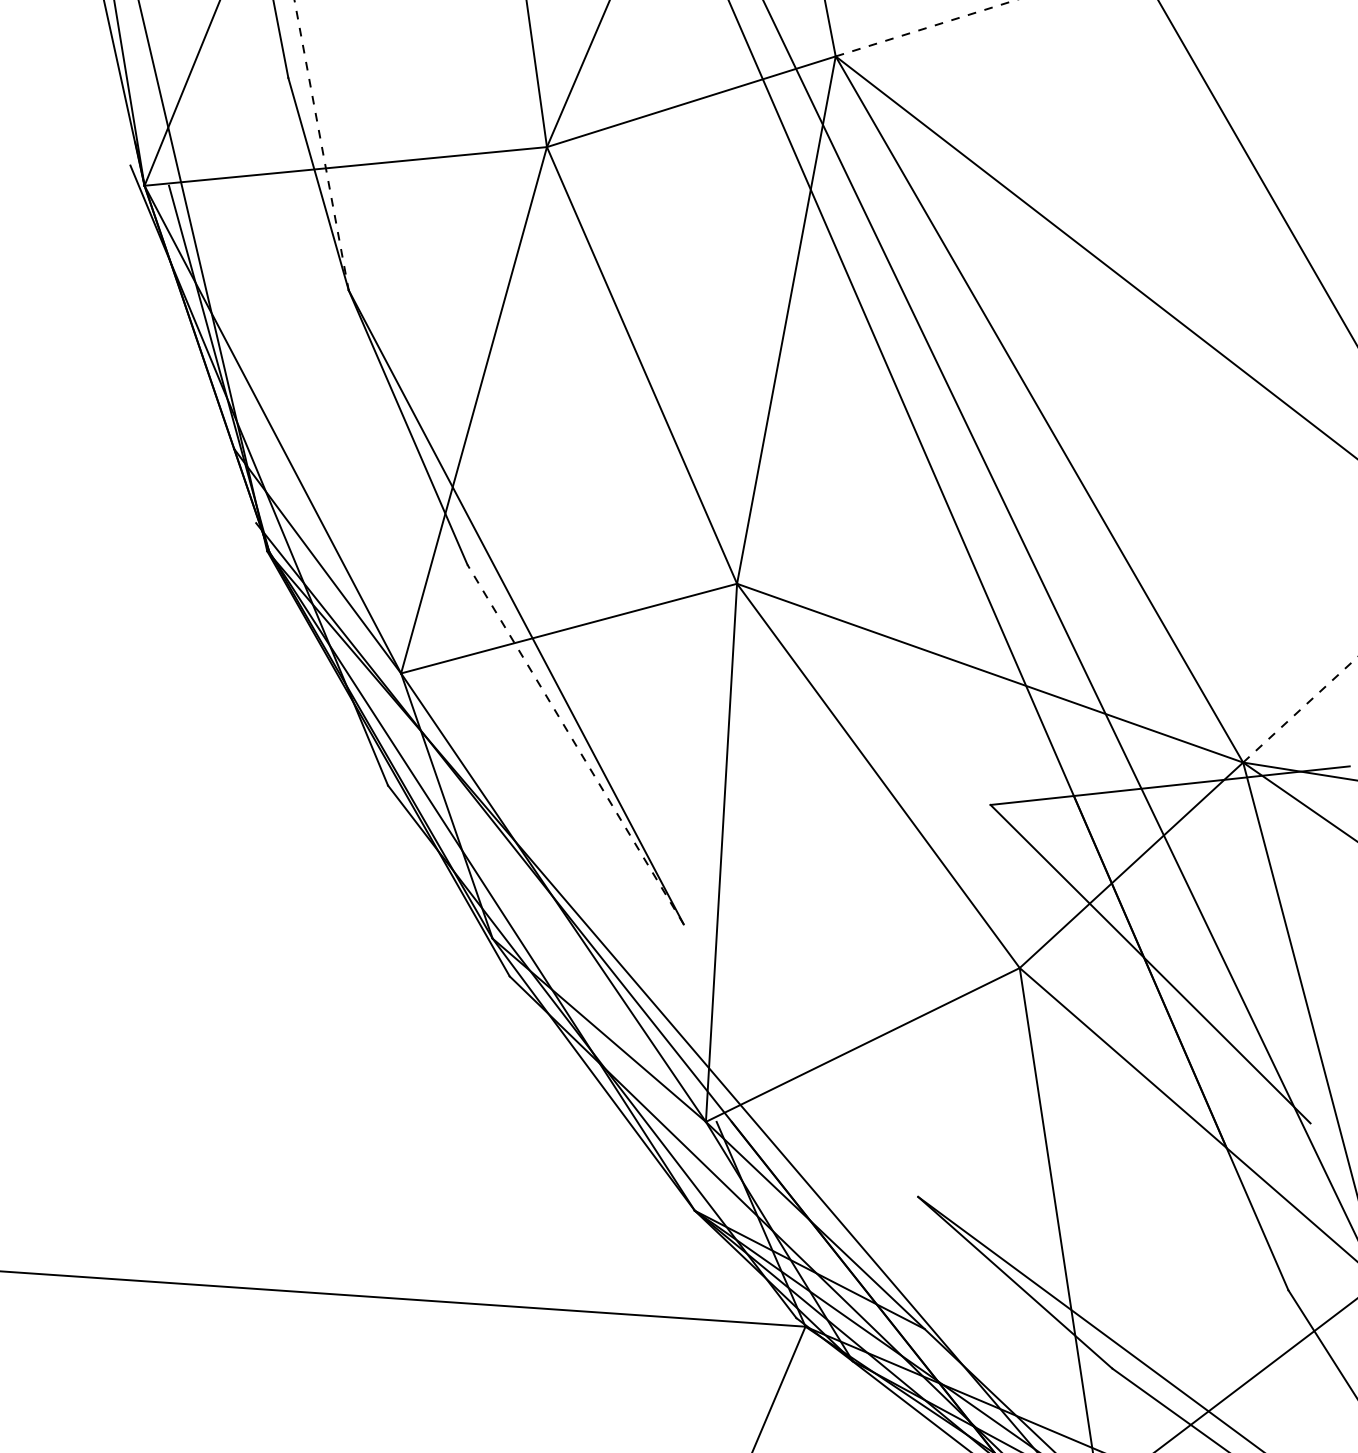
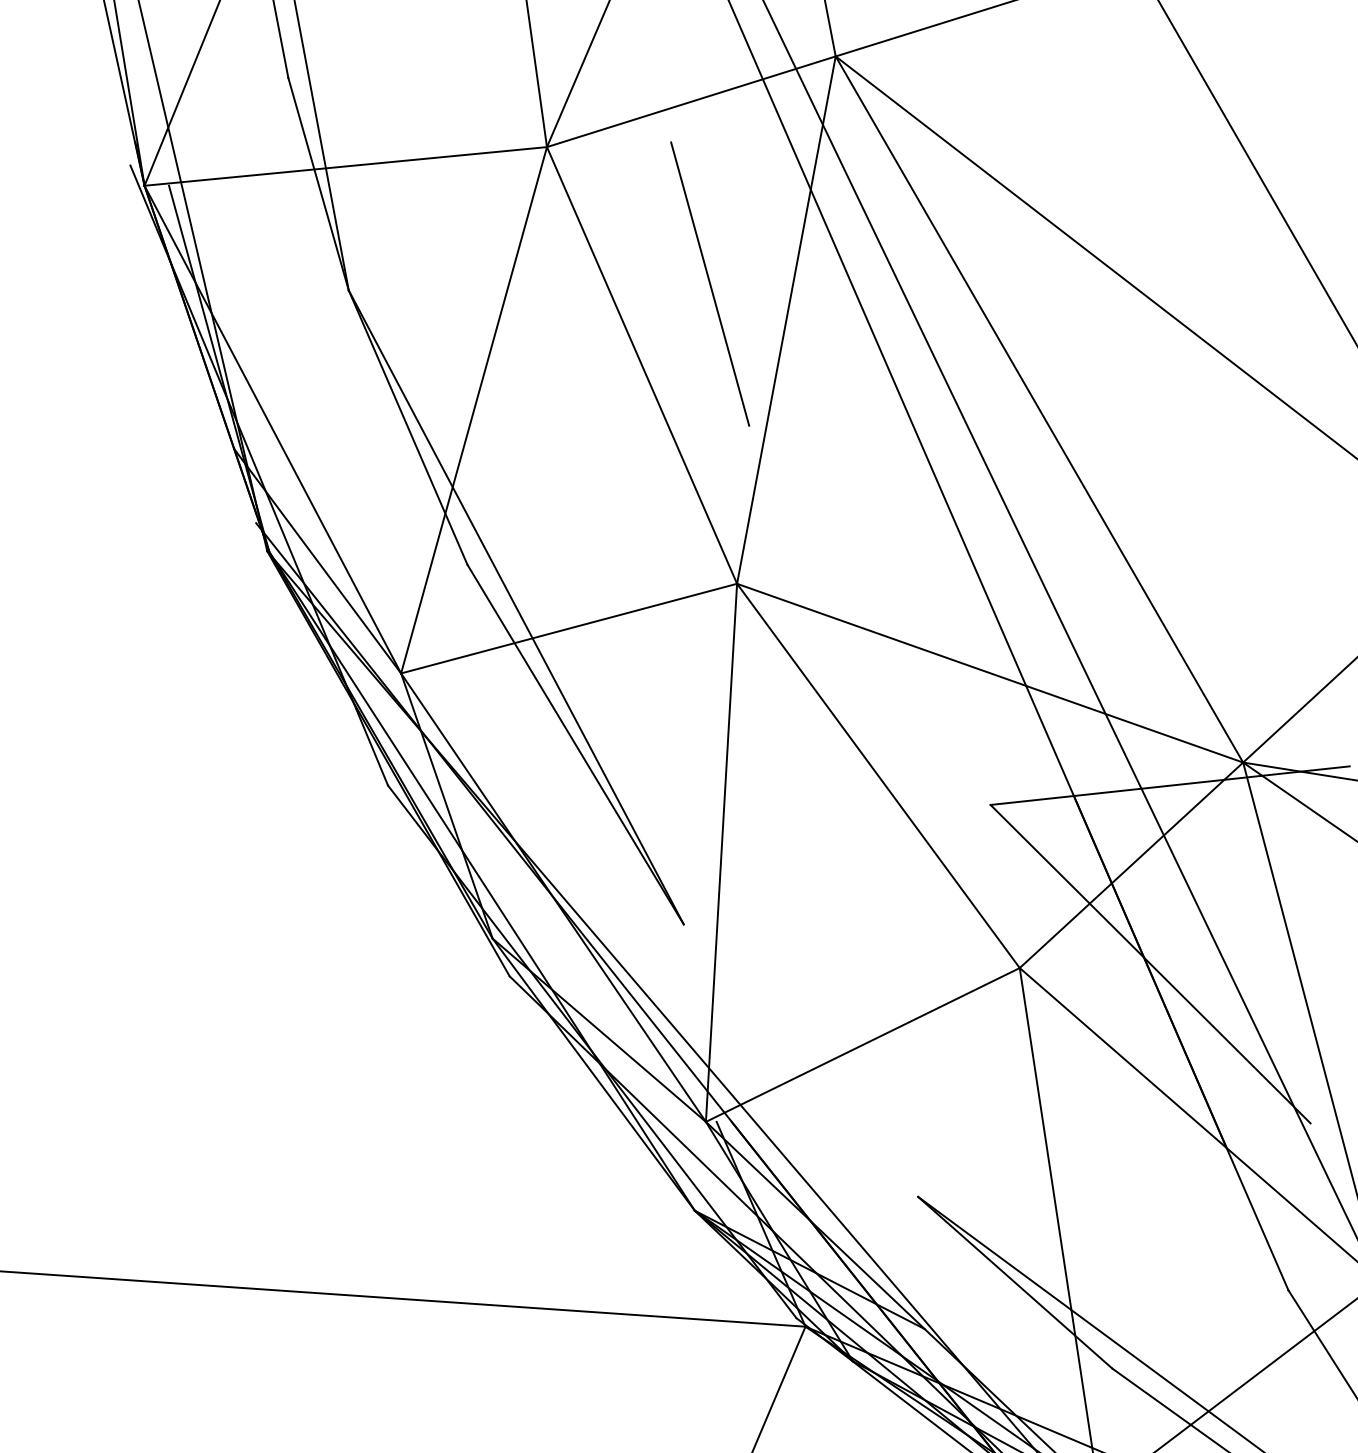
line at (926, 28): dashed -> solid
line at (321, 145): dashed -> solid
line at (710, 283): none -> present
line at (1300, 709): dashed -> solid
line at (575, 744): dashed -> solid
